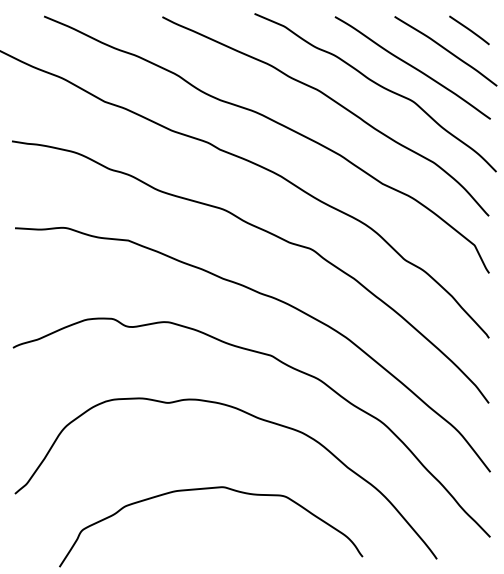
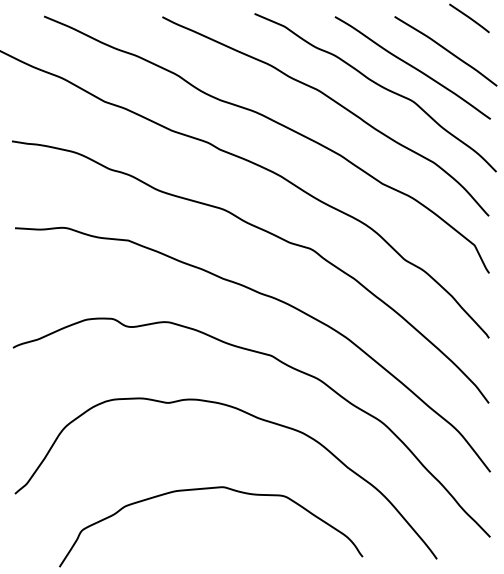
line at (469, 30) position: (469, 30) -> (469, 18)
